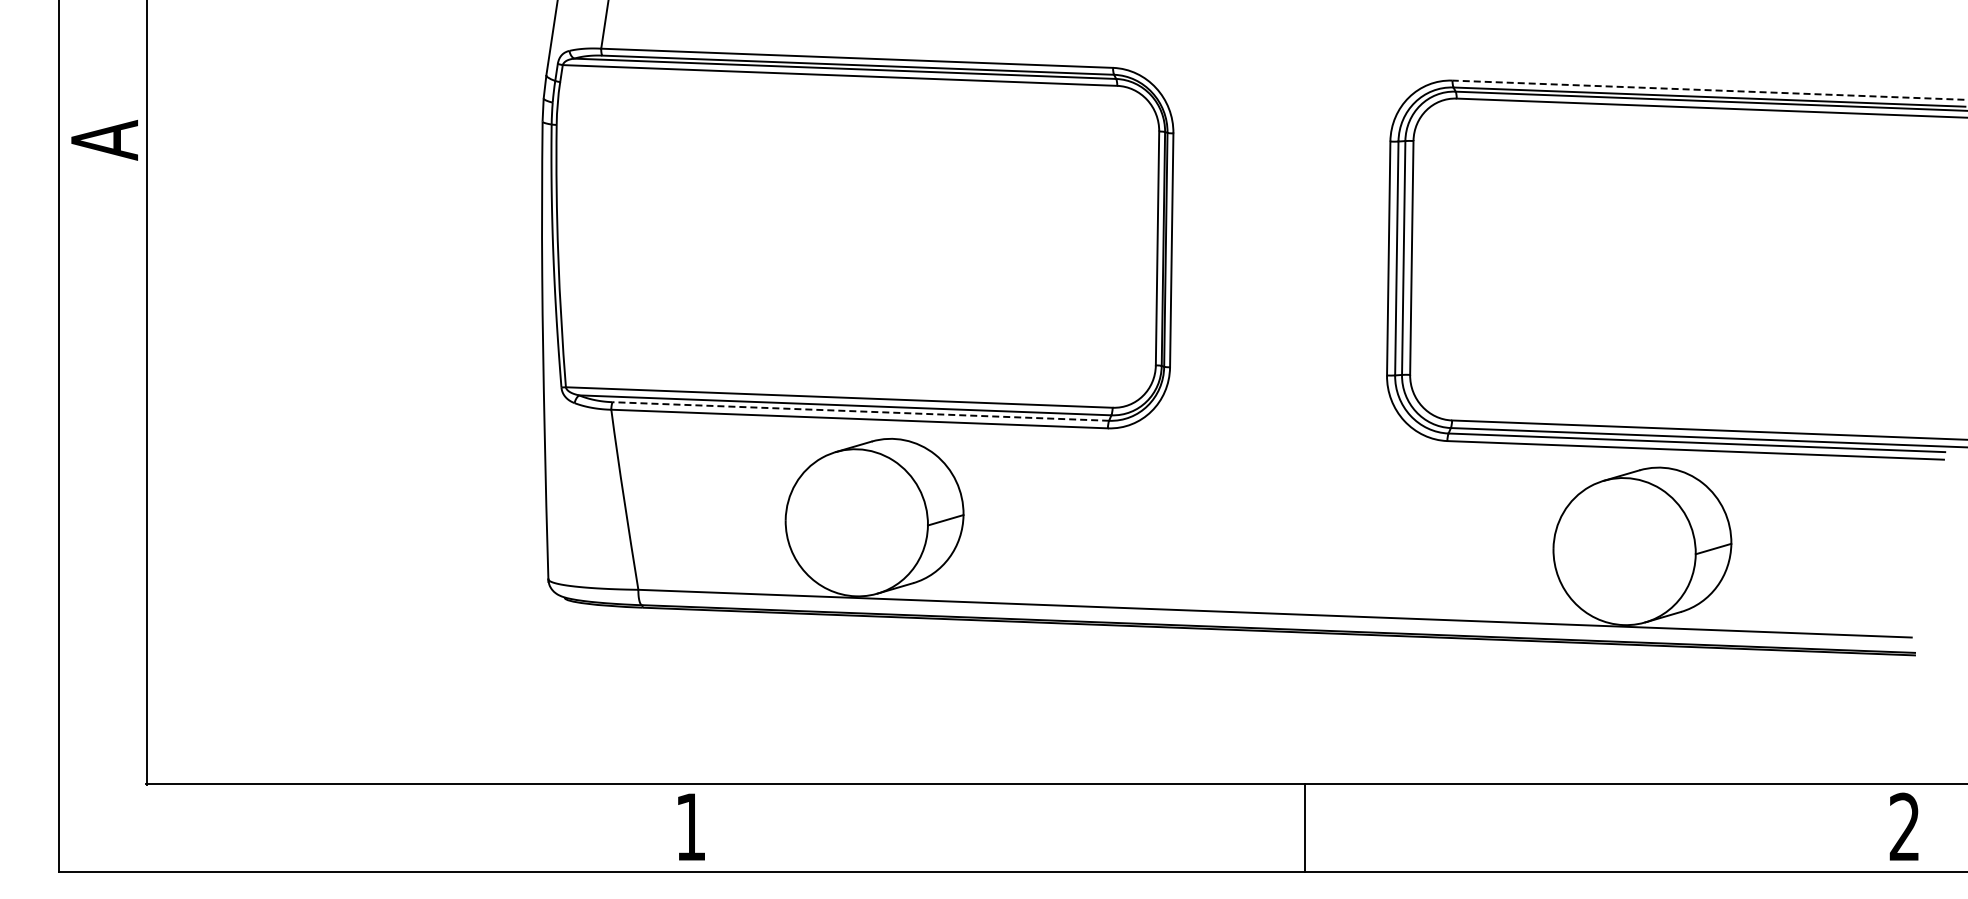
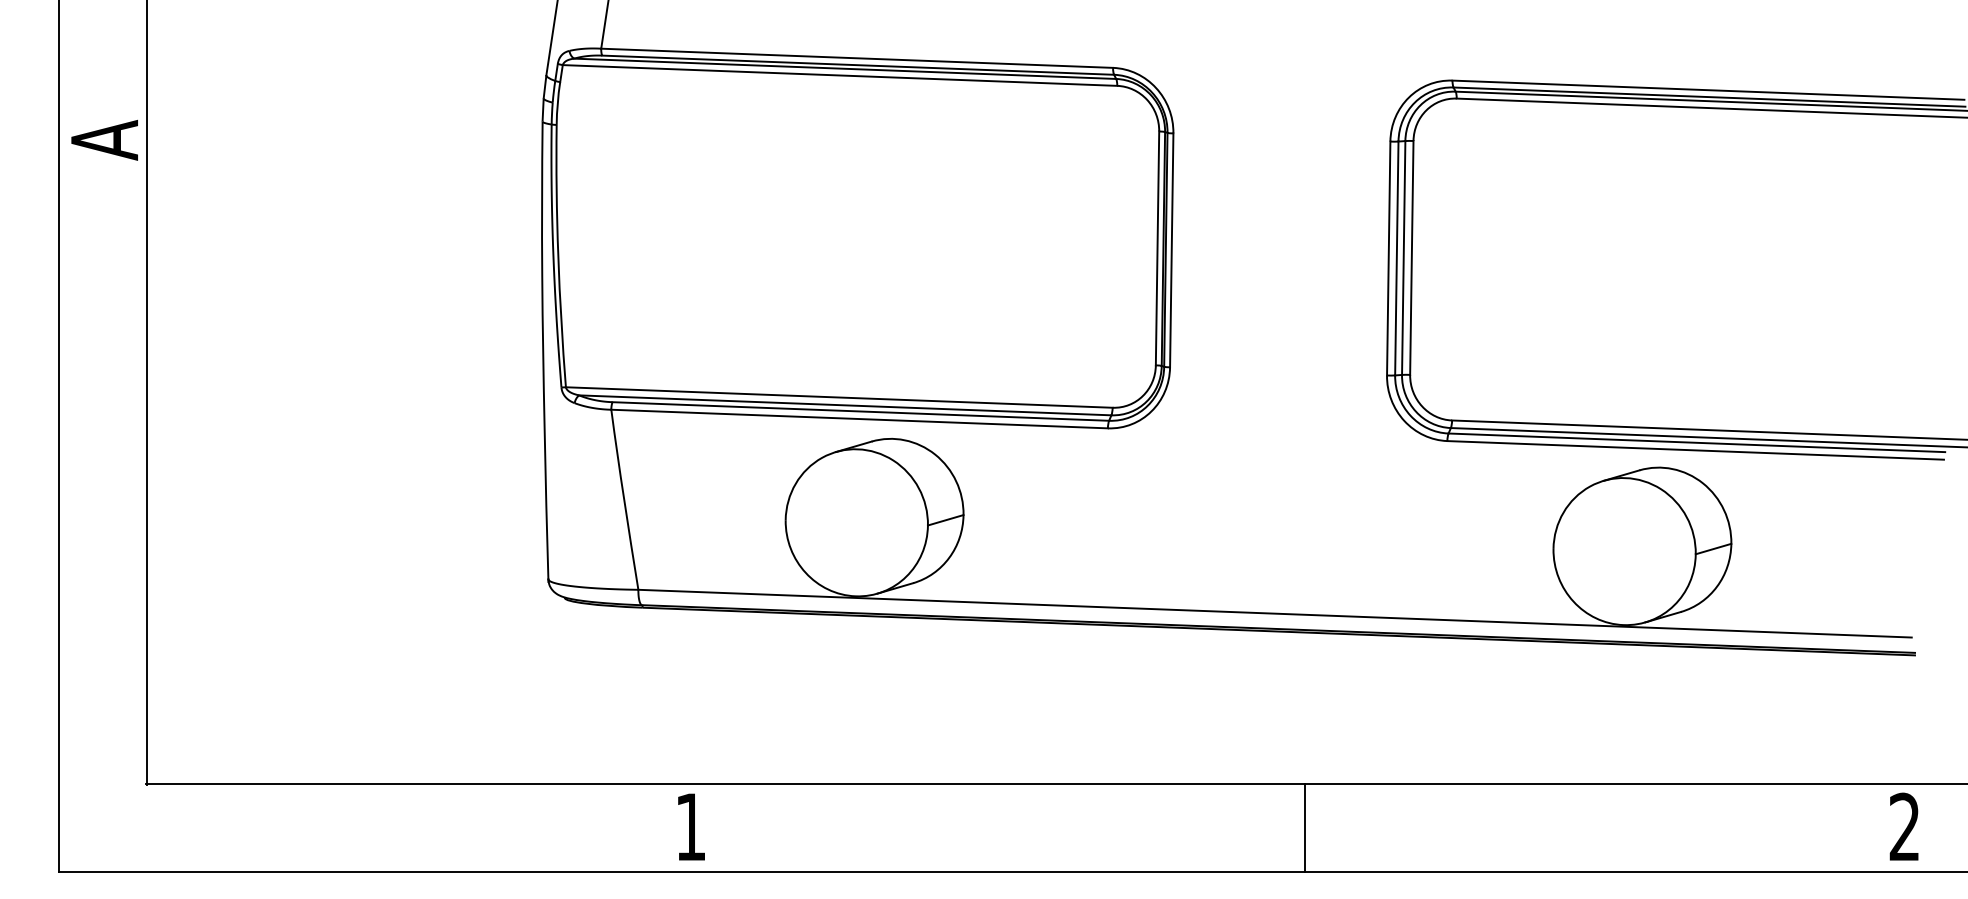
line at (1707, 90): dashed -> solid
line at (860, 411): dashed -> solid
